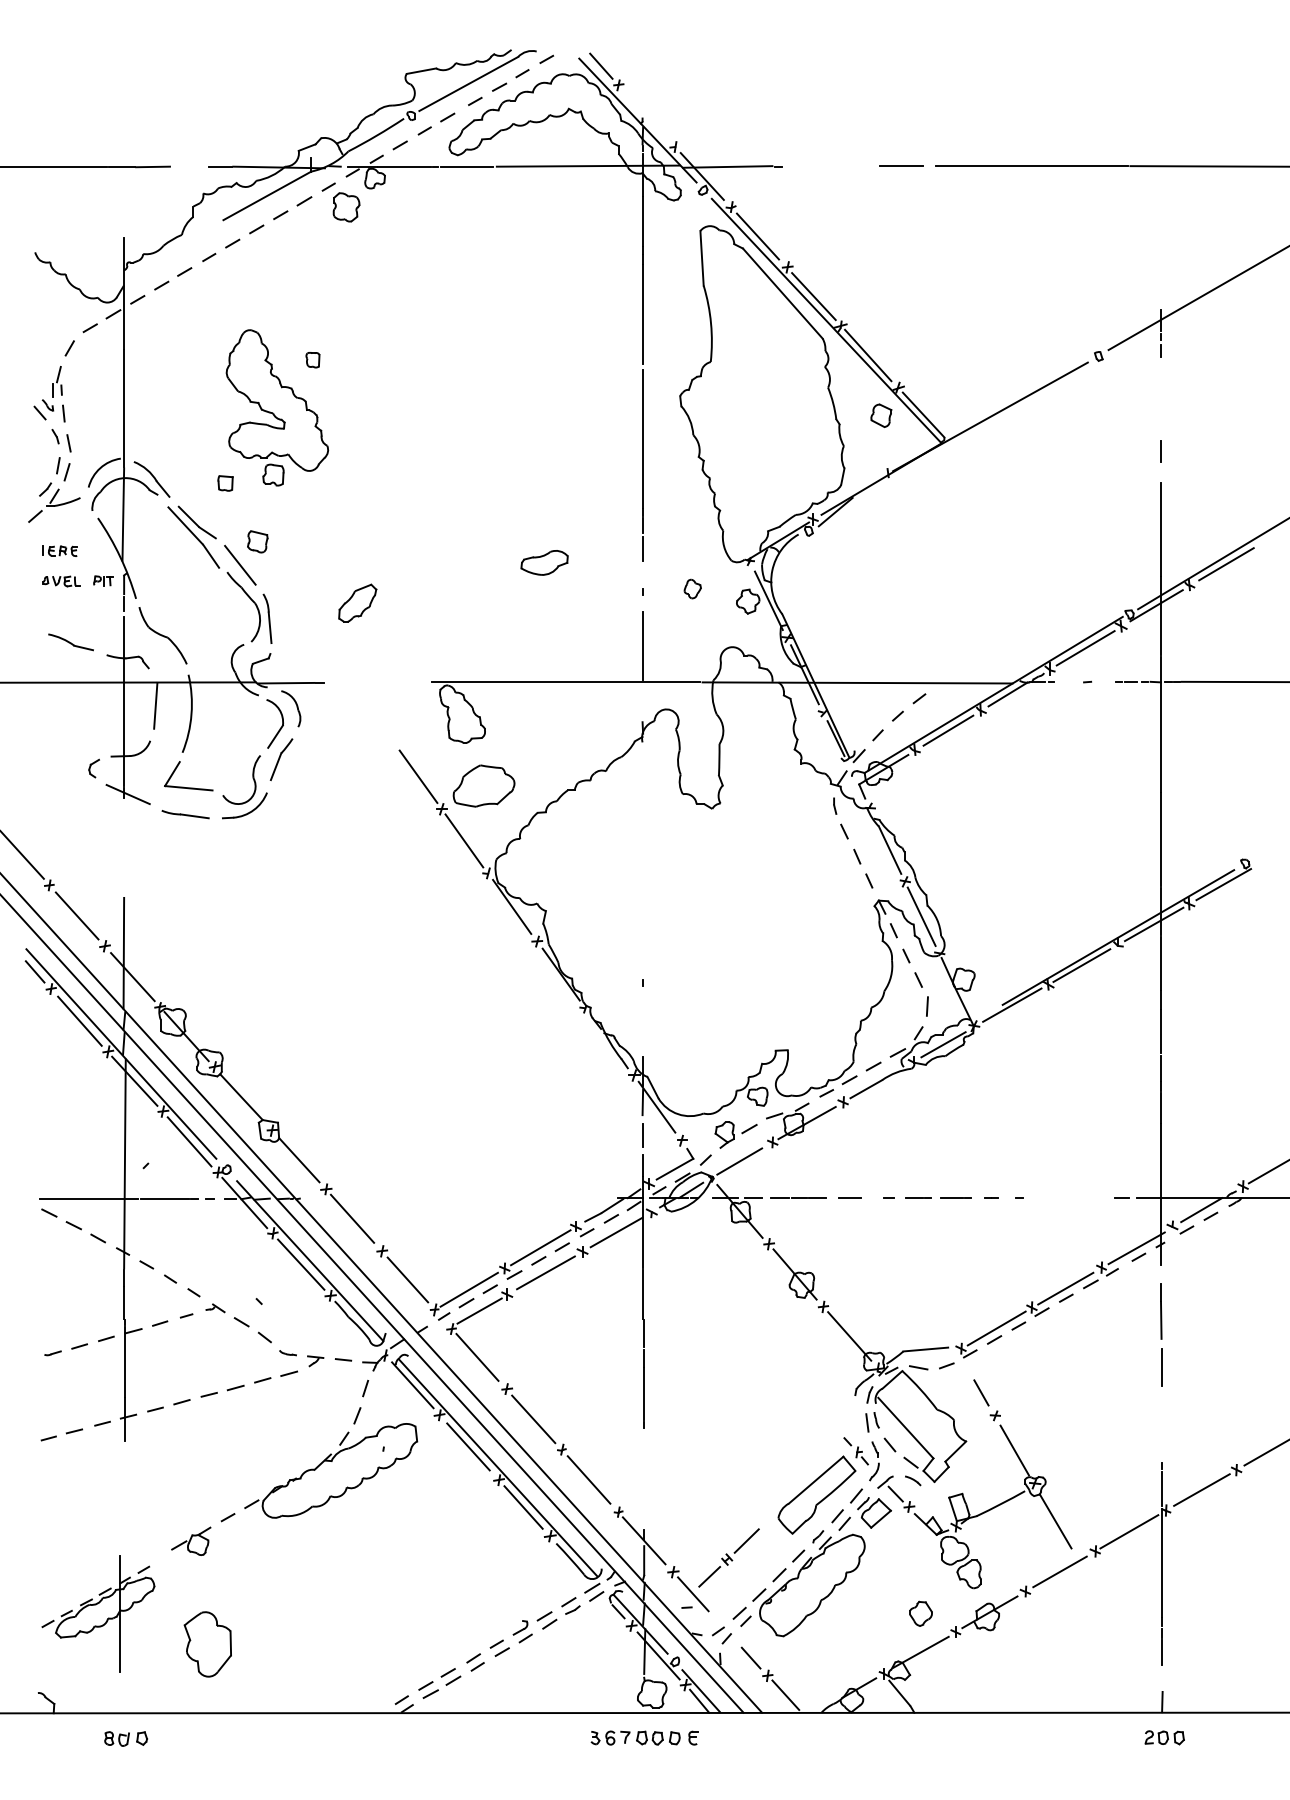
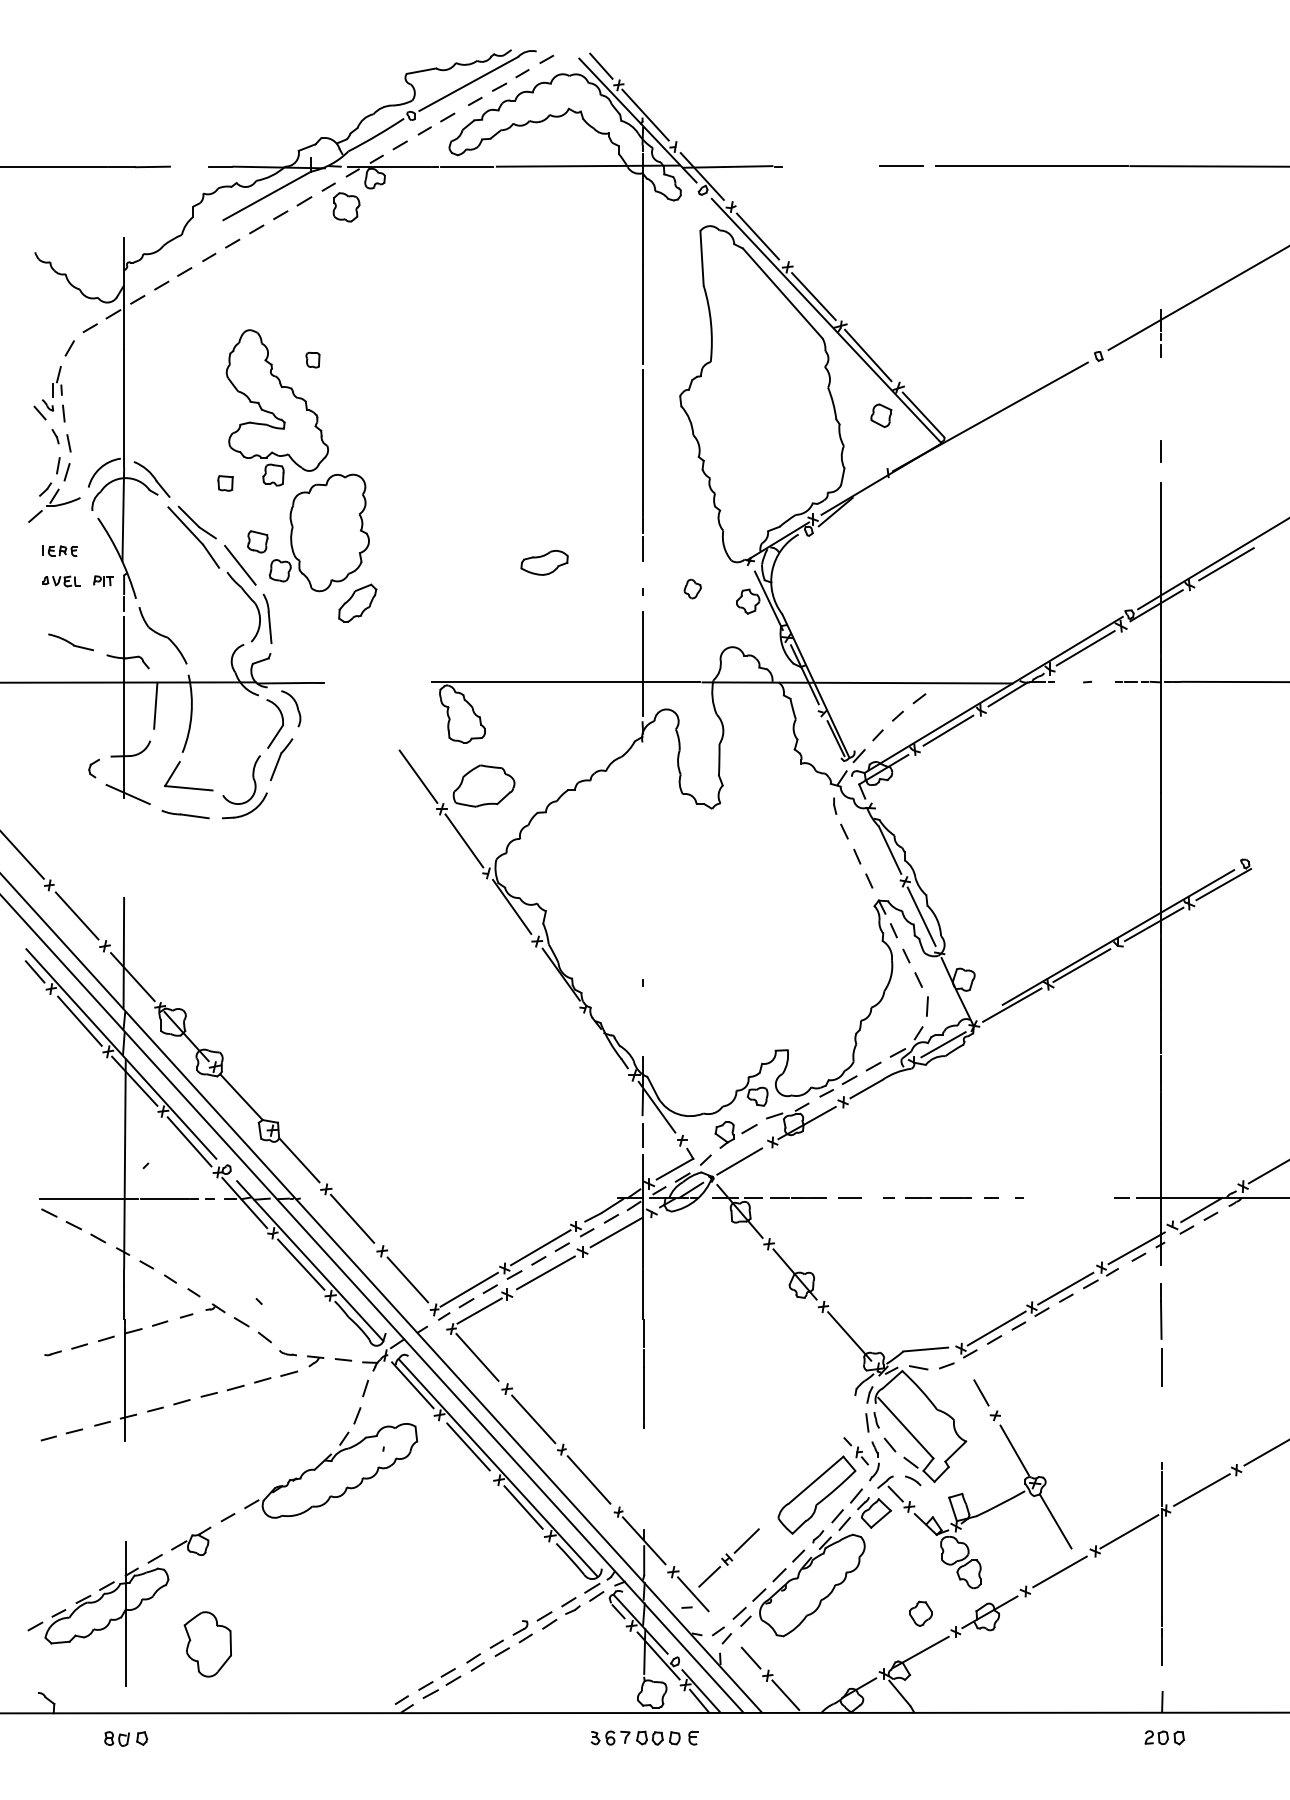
line at (645, 114): none -> present
part at (318, 532): none -> present
line at (642, 699): none -> present
part at (98, 1613) size: 115x118 px -> 143x146 px
